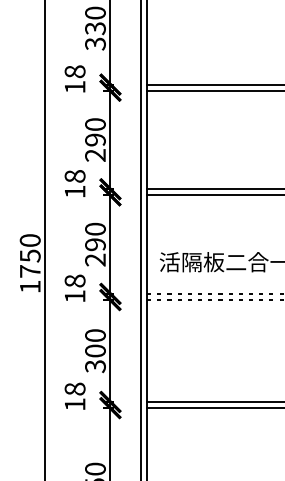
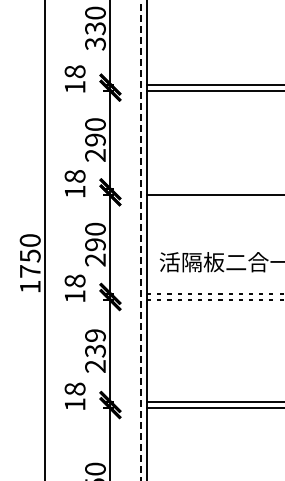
line at (214, 189): present -> none
line at (140, 240): solid -> dashed
text at (95, 351): 300 -> 239
